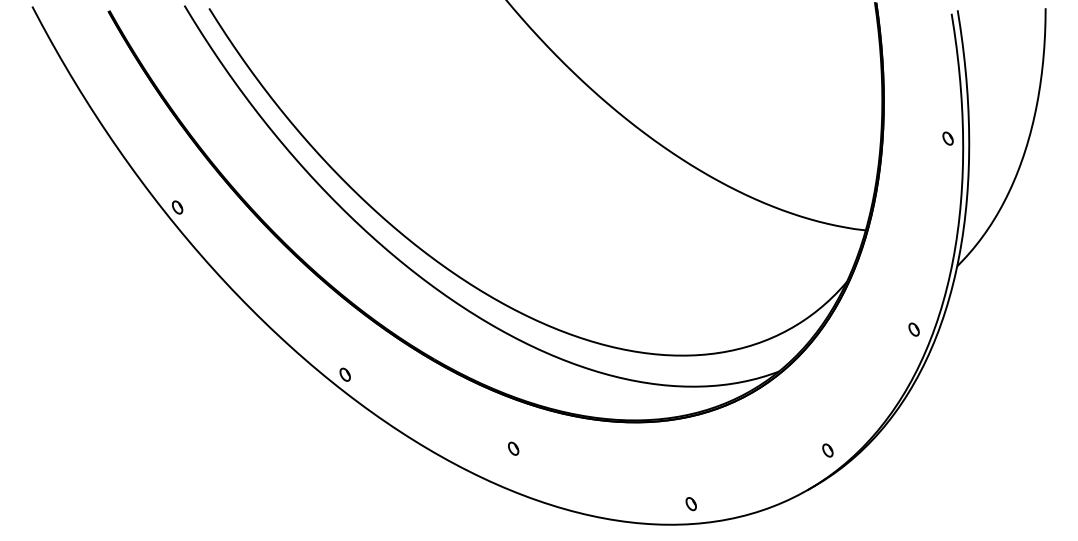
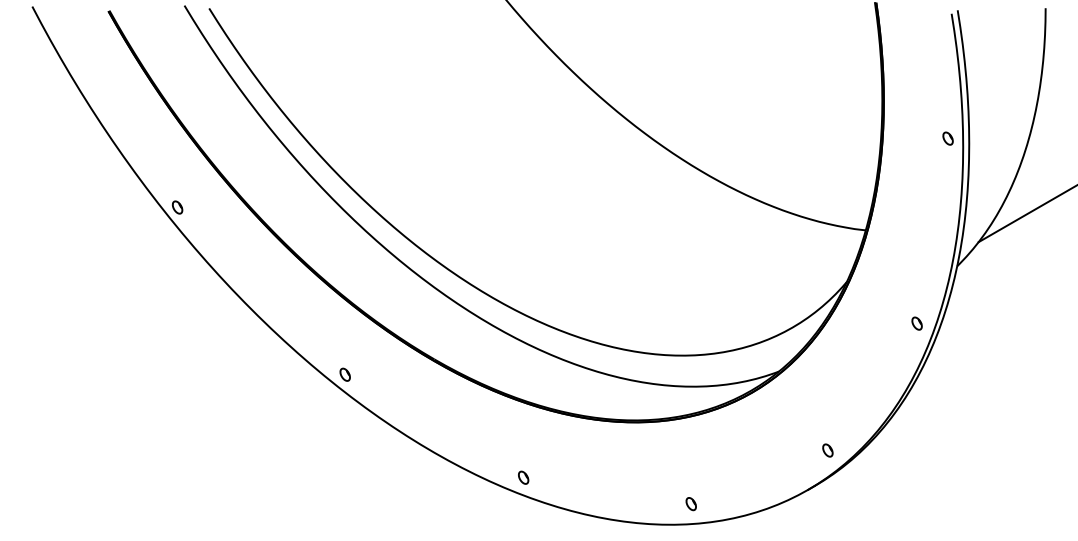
line at (1026, 214): none -> present
part at (913, 329) position: (913, 329) -> (916, 323)
part at (513, 448) position: (513, 448) -> (523, 477)
